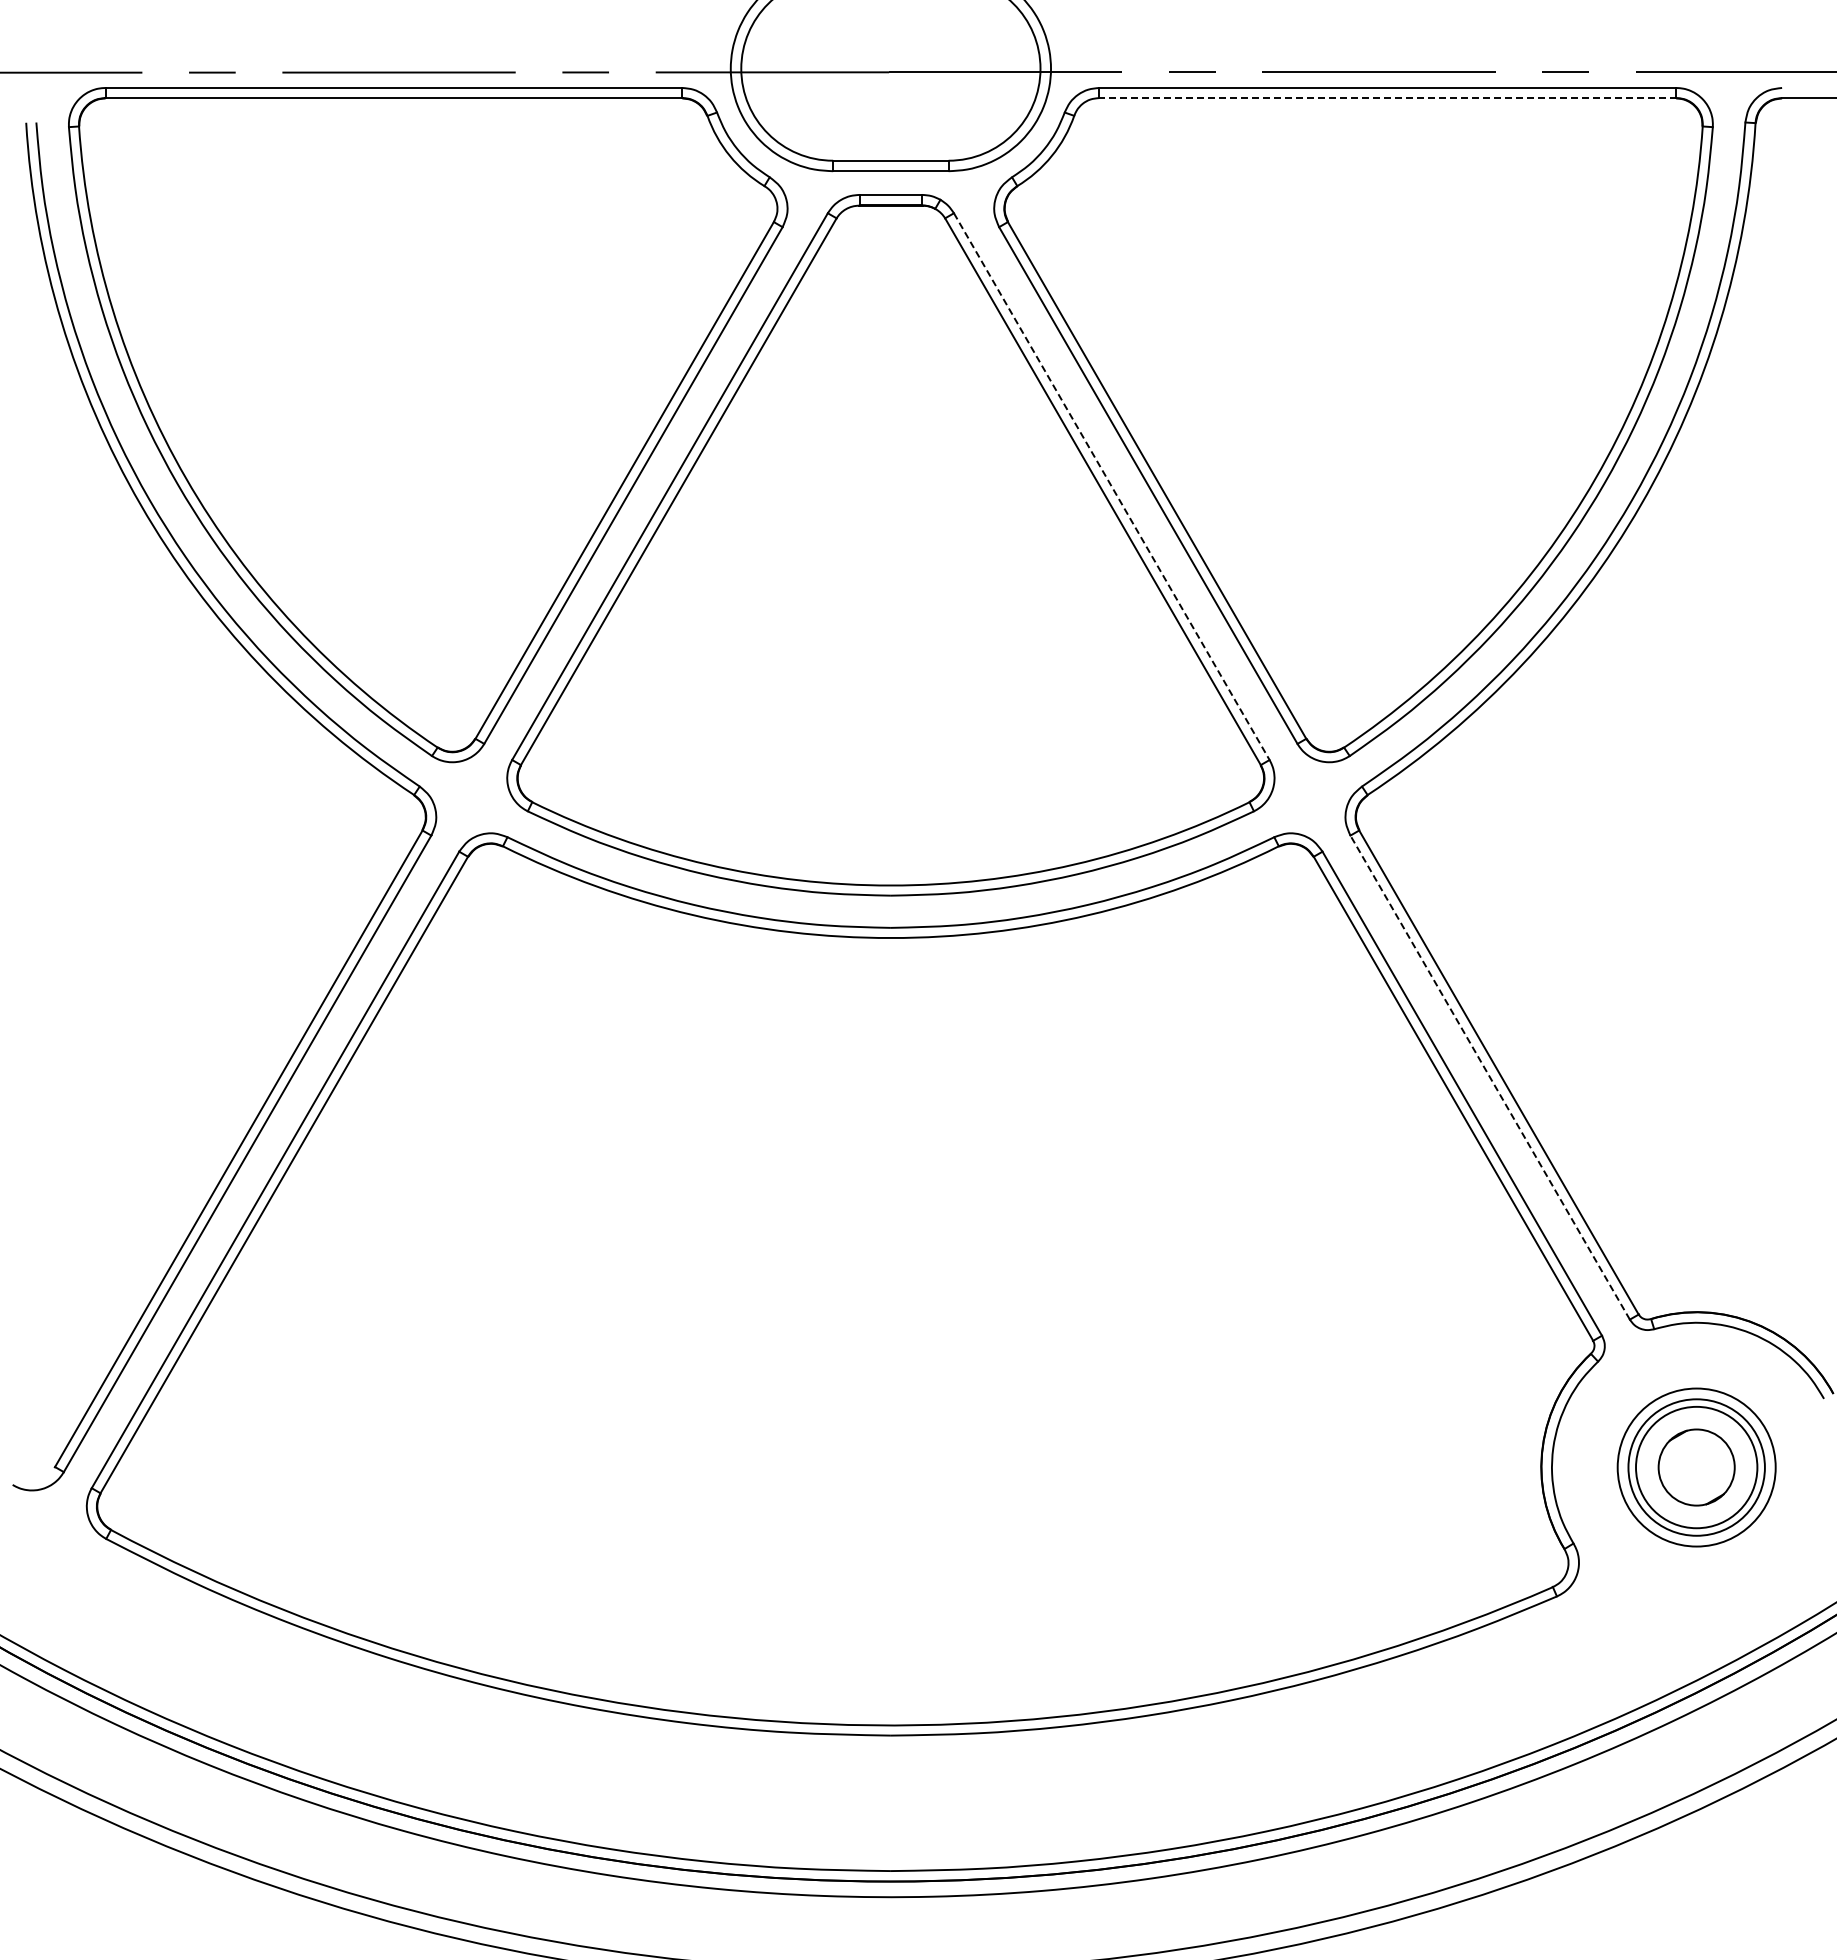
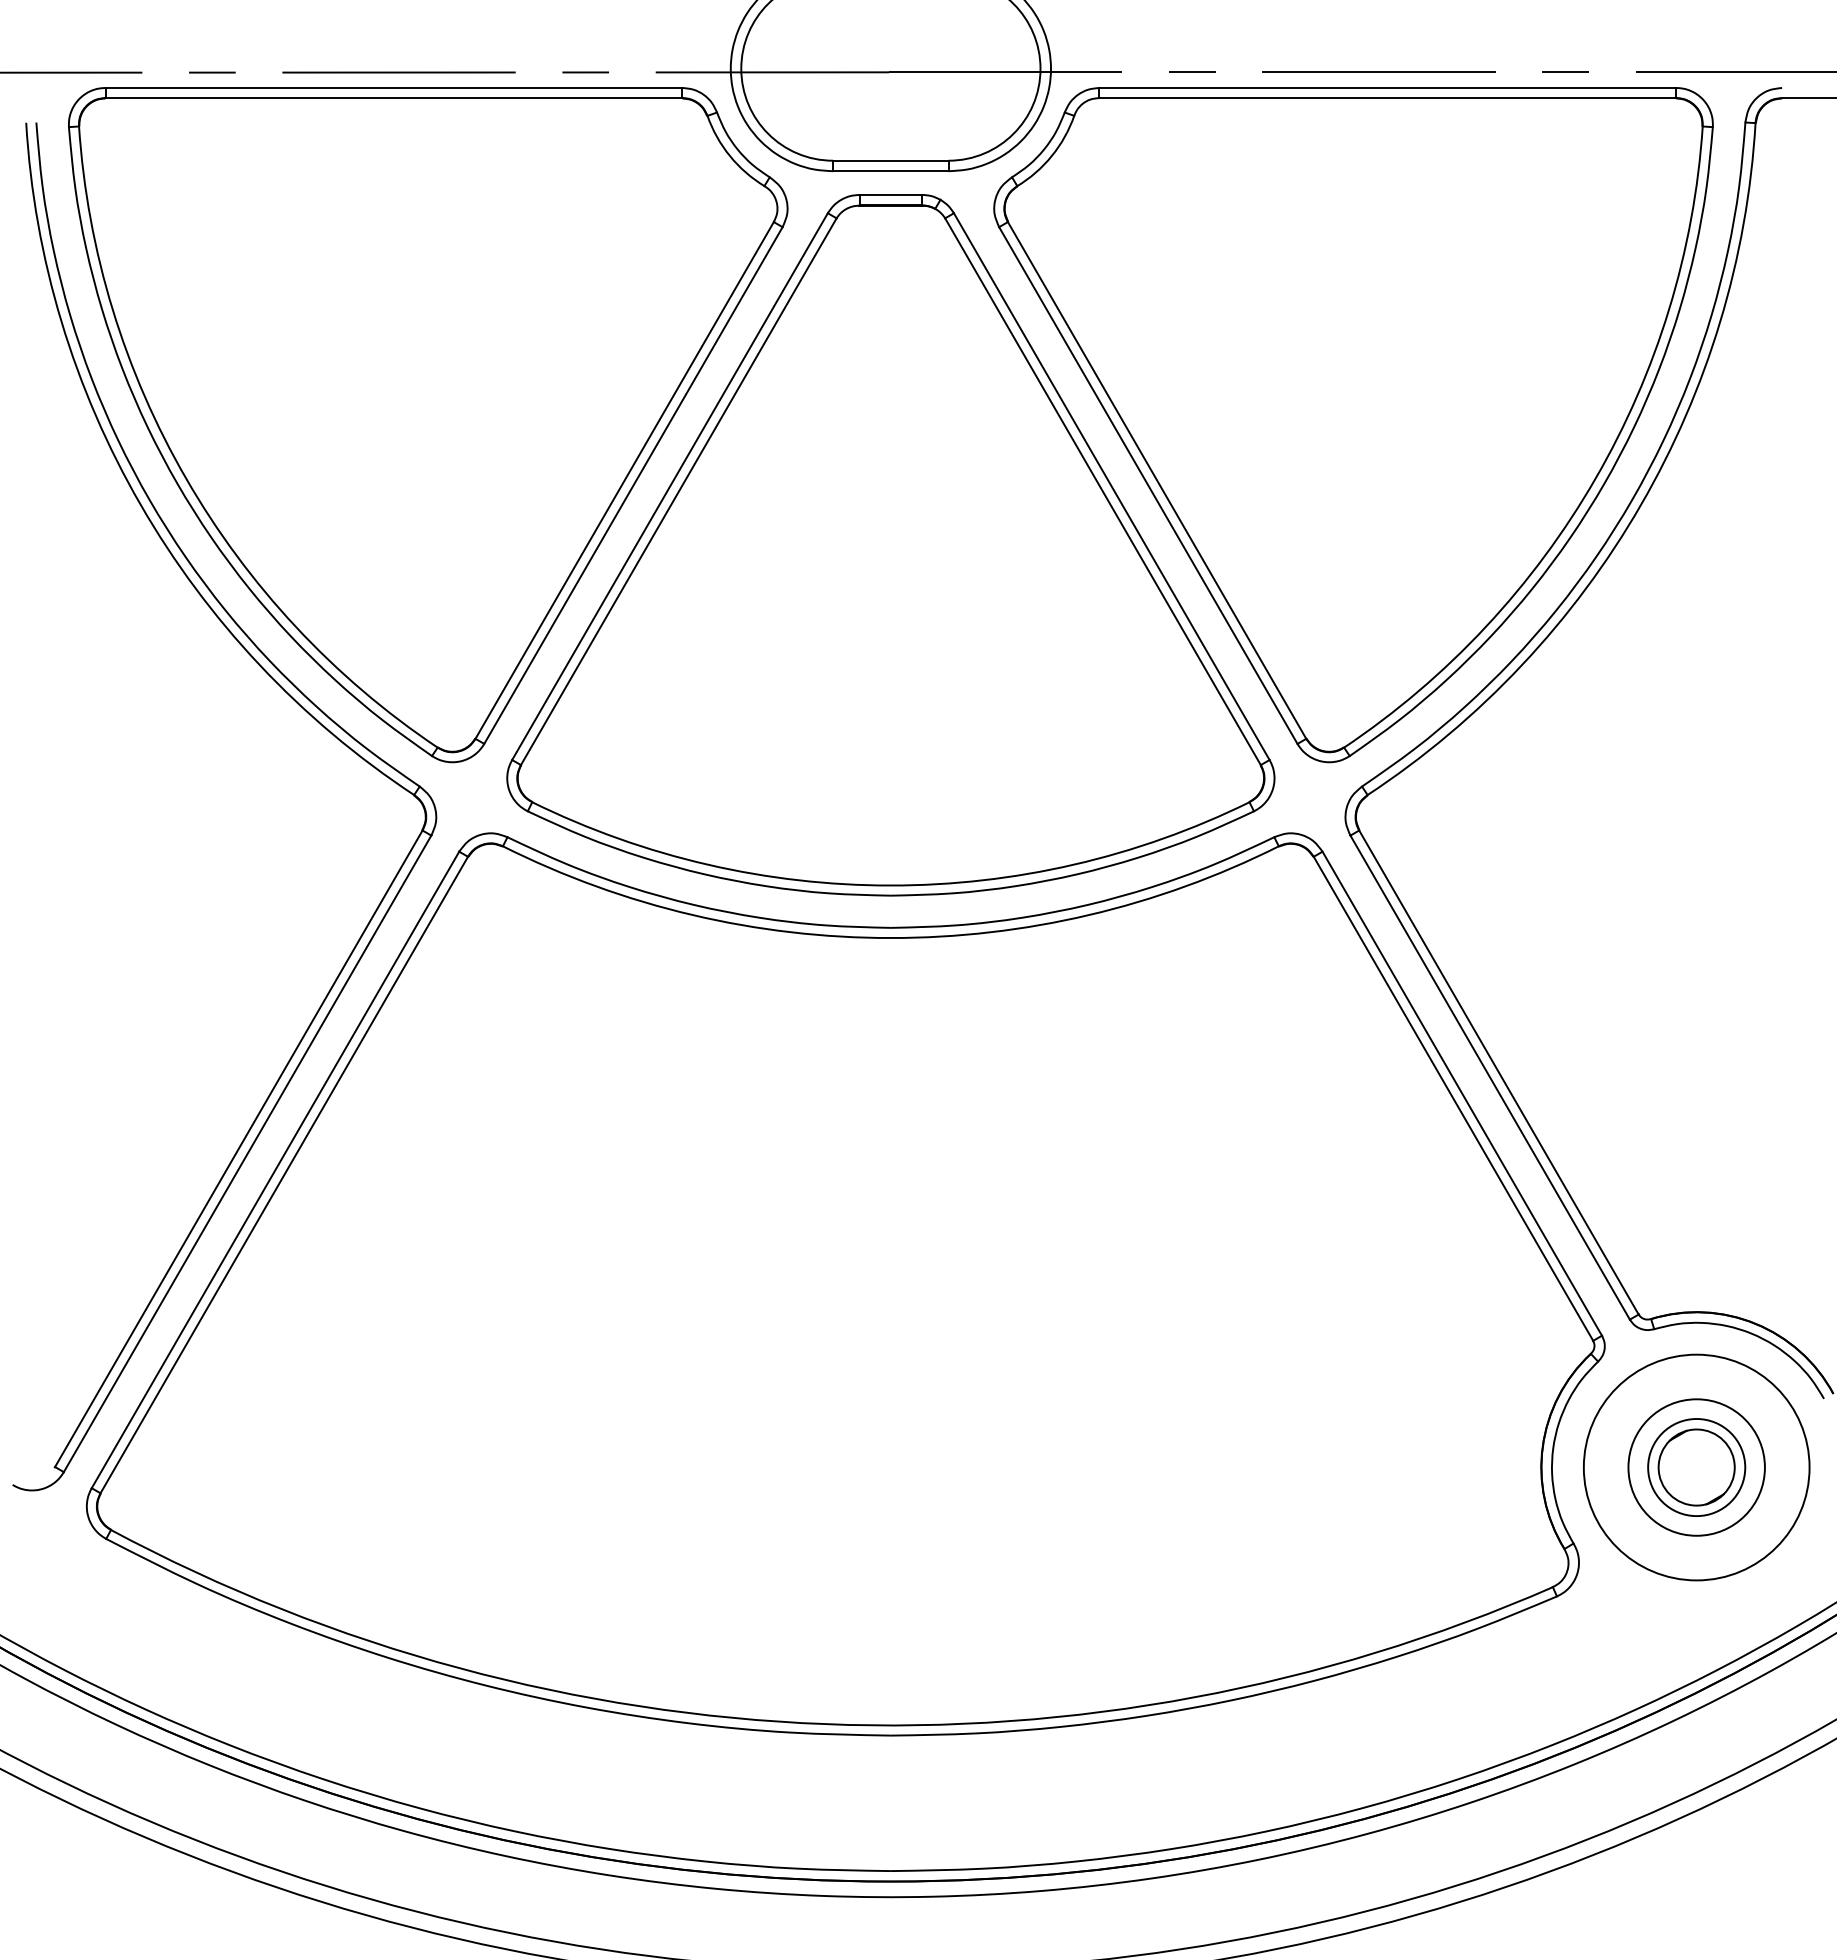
line at (1387, 98): dashed -> solid
line at (1111, 486): dashed -> solid
line at (1489, 1077): dashed -> solid
circle at (1696, 1467) diameter: 121 px -> 97 px
circle at (1696, 1467) diameter: 158 px -> 226 px
